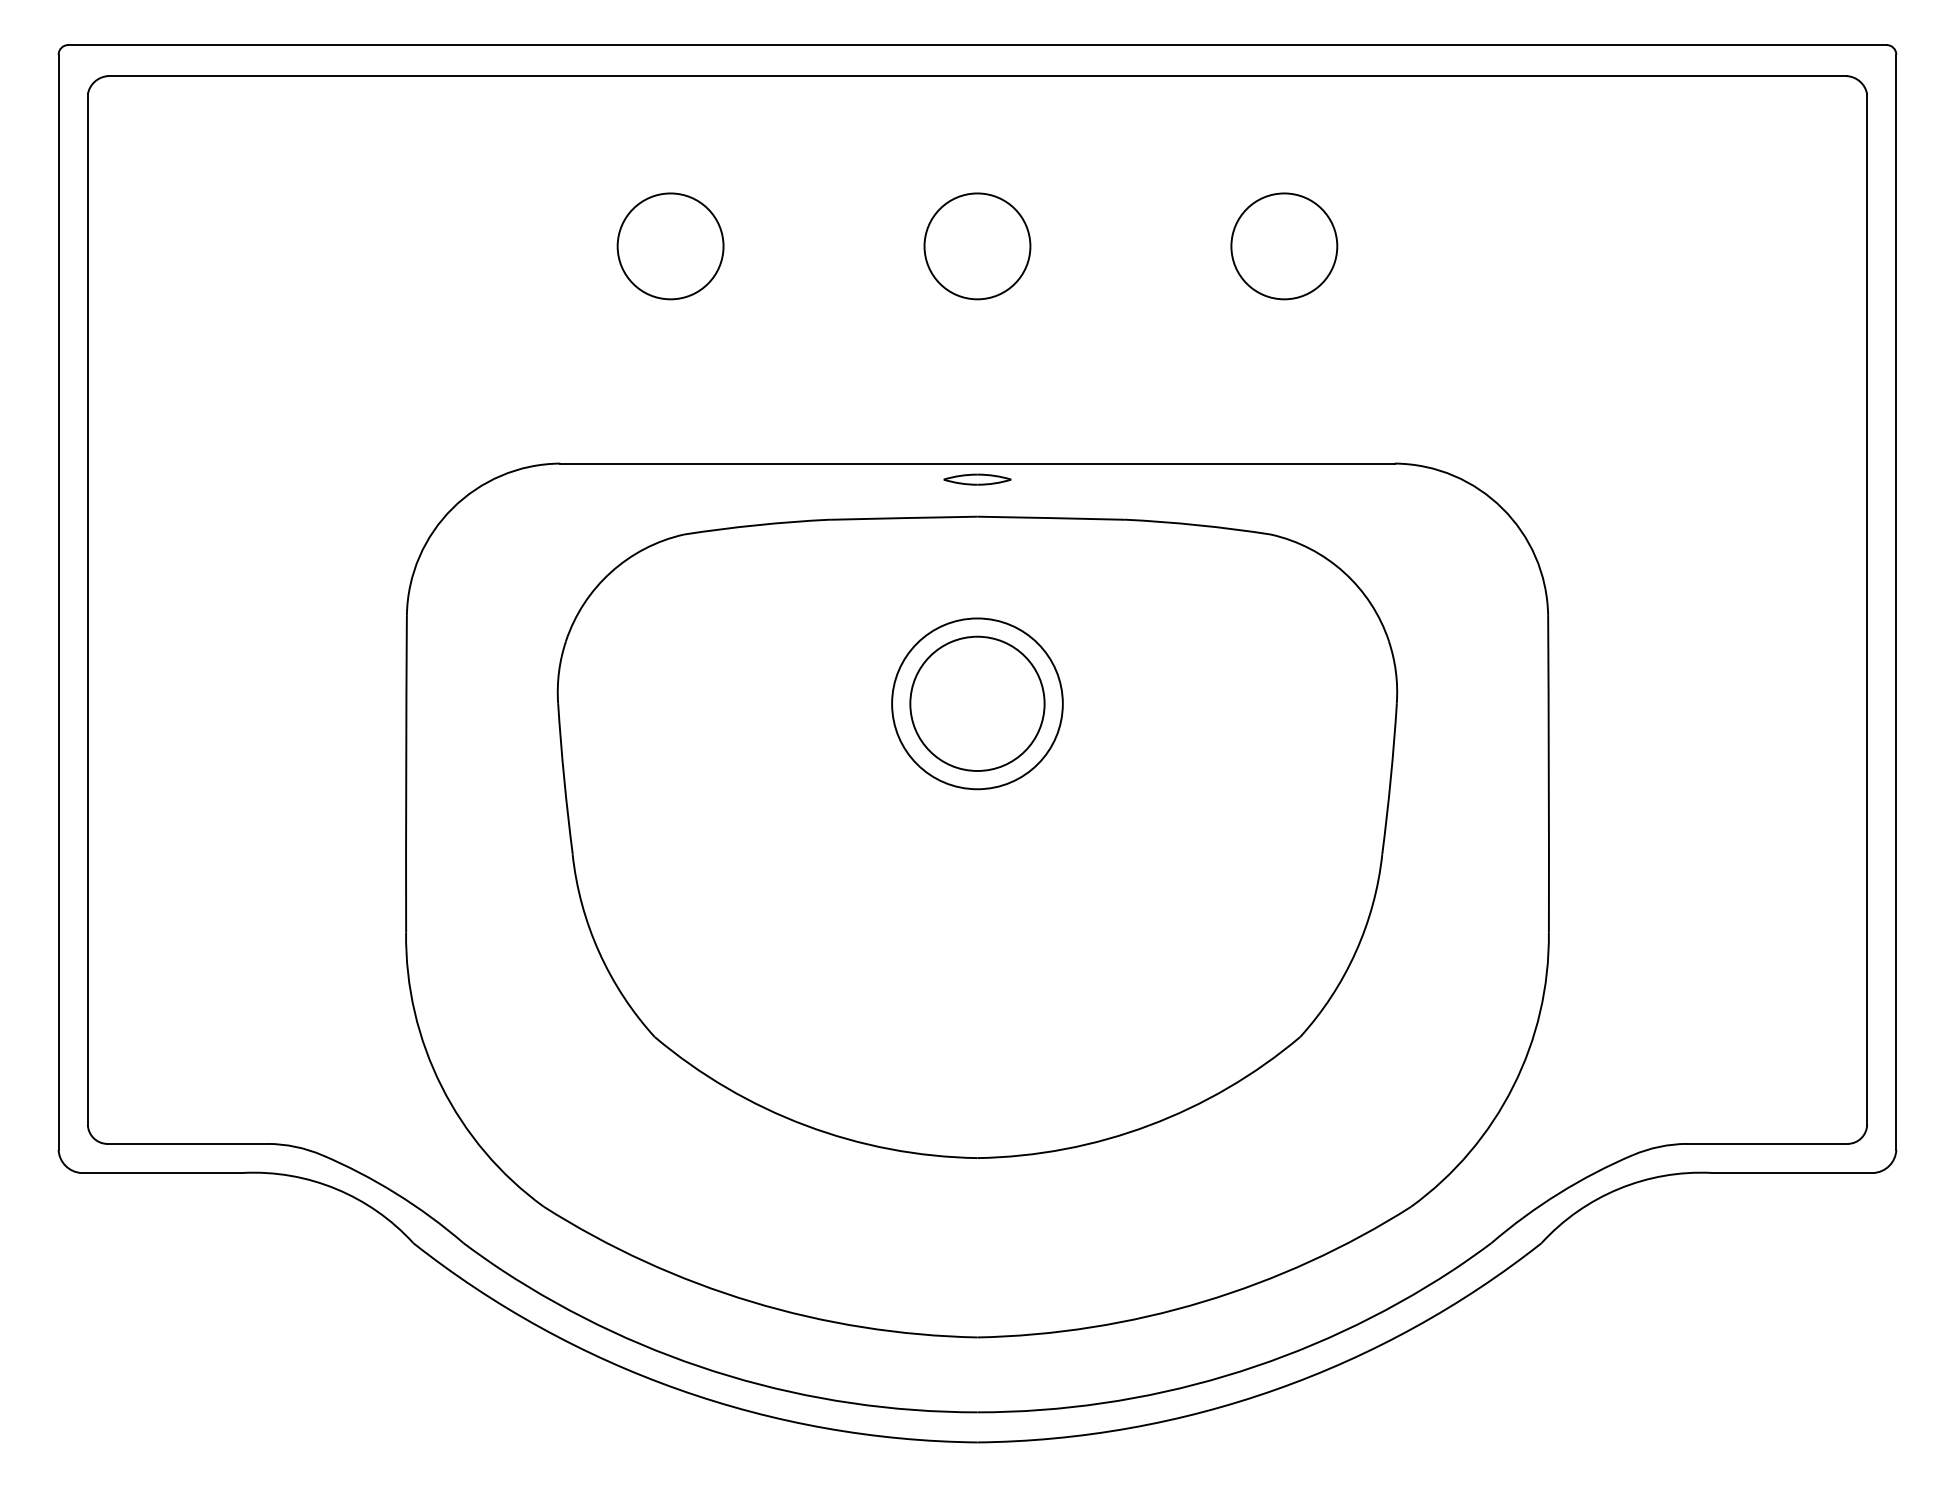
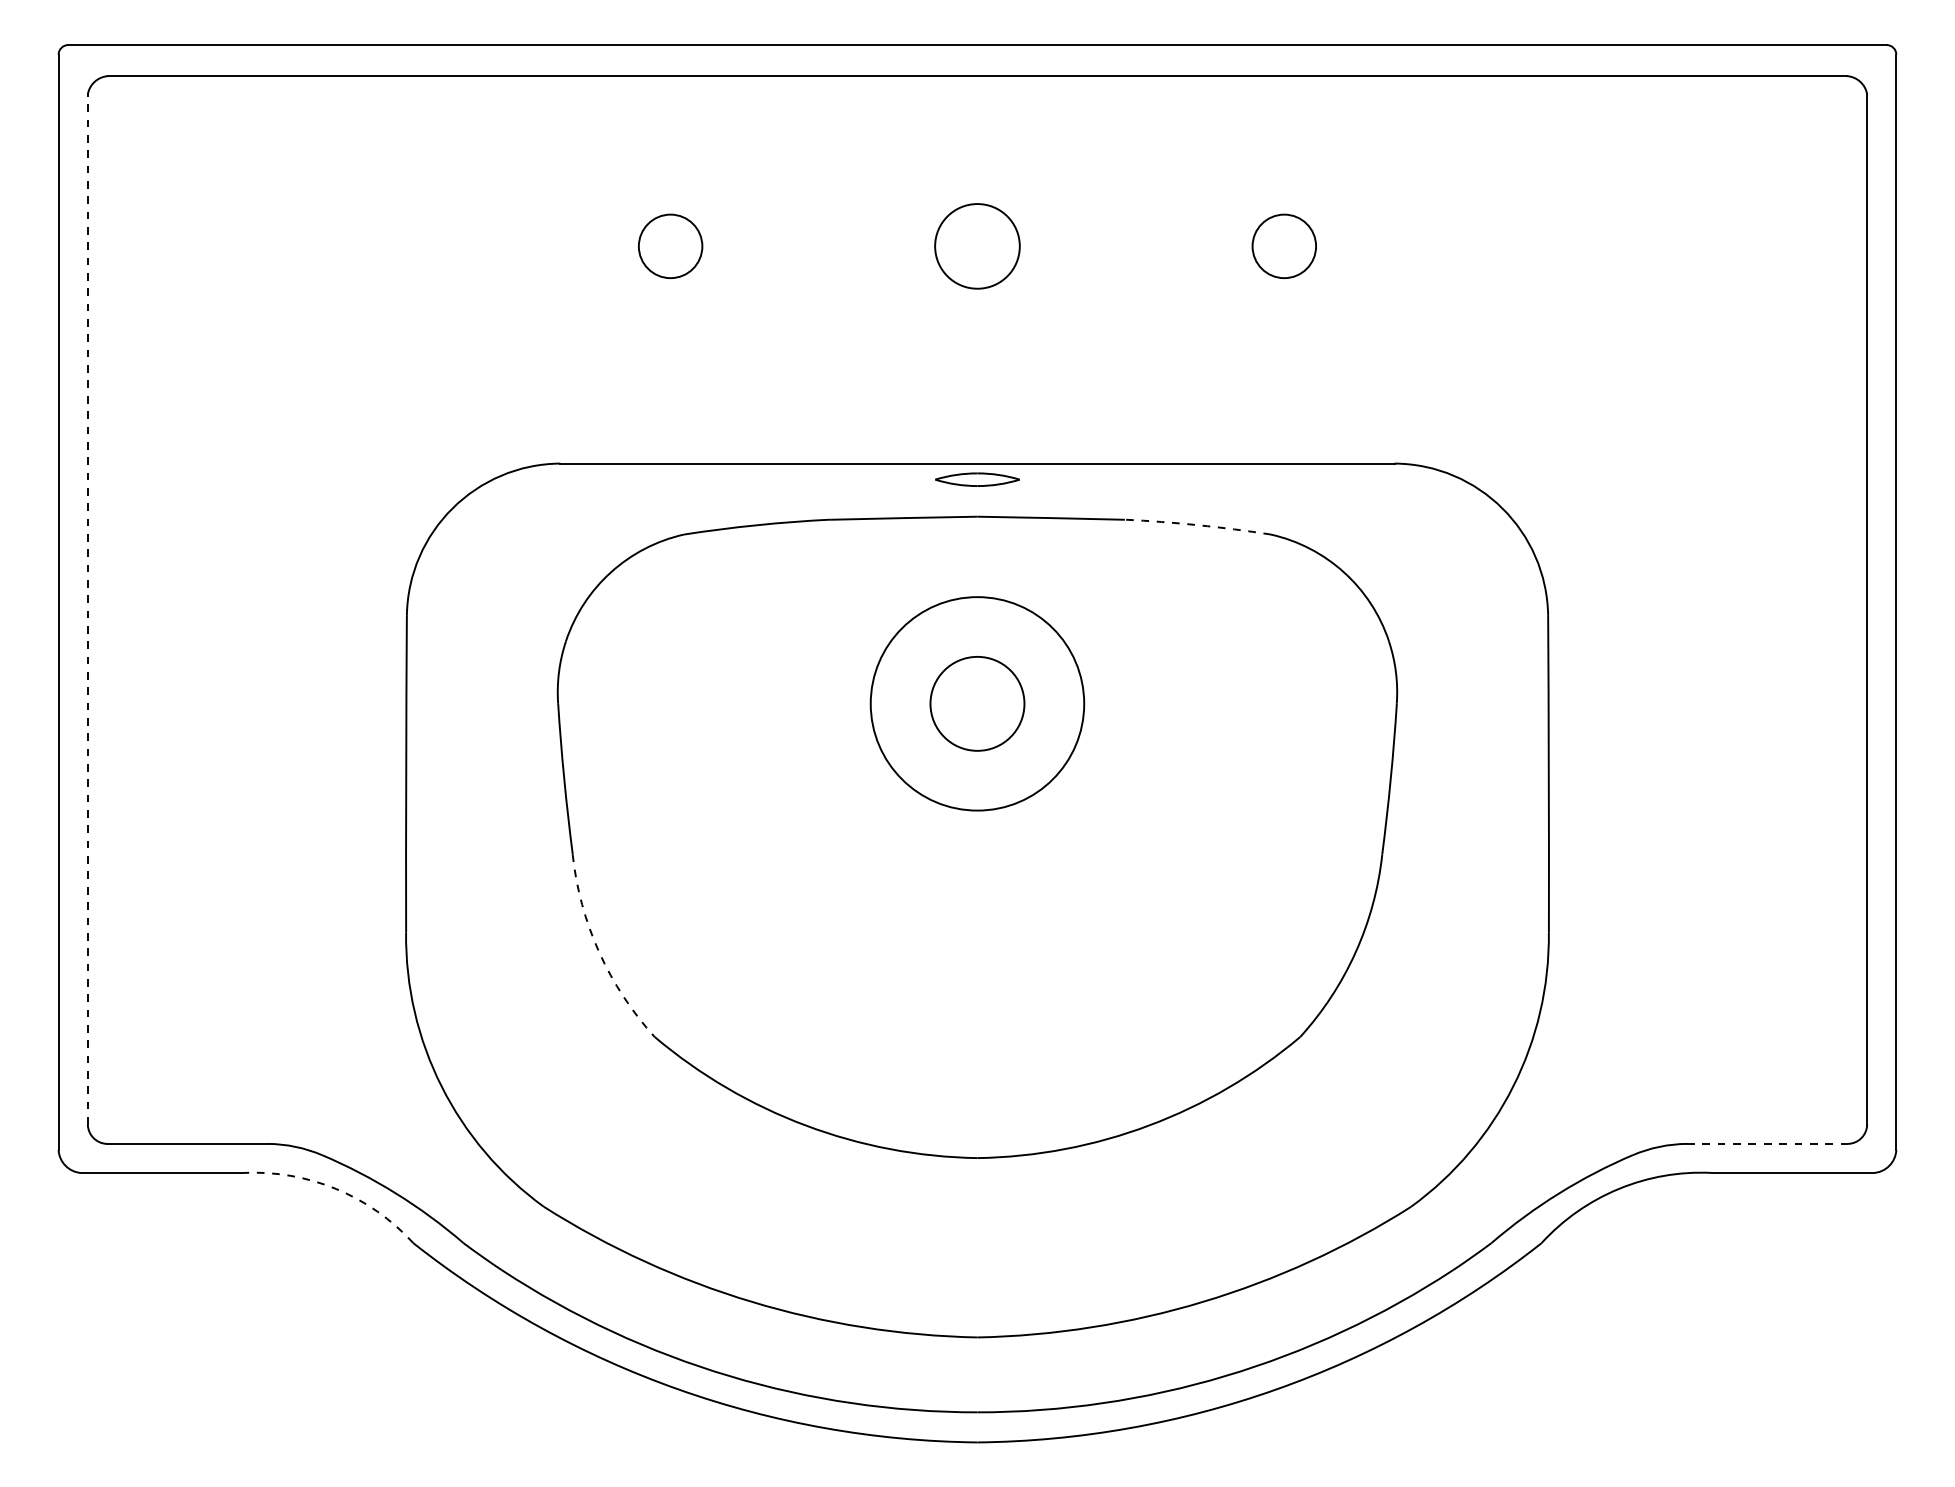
circle at (670, 246) diameter: 106 px -> 64 px
circle at (977, 246) diameter: 106 px -> 85 px
circle at (1284, 246) diameter: 106 px -> 64 px
part at (977, 479) size: 69x13 px -> 85x15 px
arc at (1198, 525): solid -> dashed
line at (87, 609): solid -> dashed
circle at (977, 703) diameter: 134 px -> 94 px
circle at (977, 703) diameter: 171 px -> 213 px
arc at (599, 952): solid -> dashed
line at (1768, 1143): solid -> dashed
arc at (336, 1188): solid -> dashed
